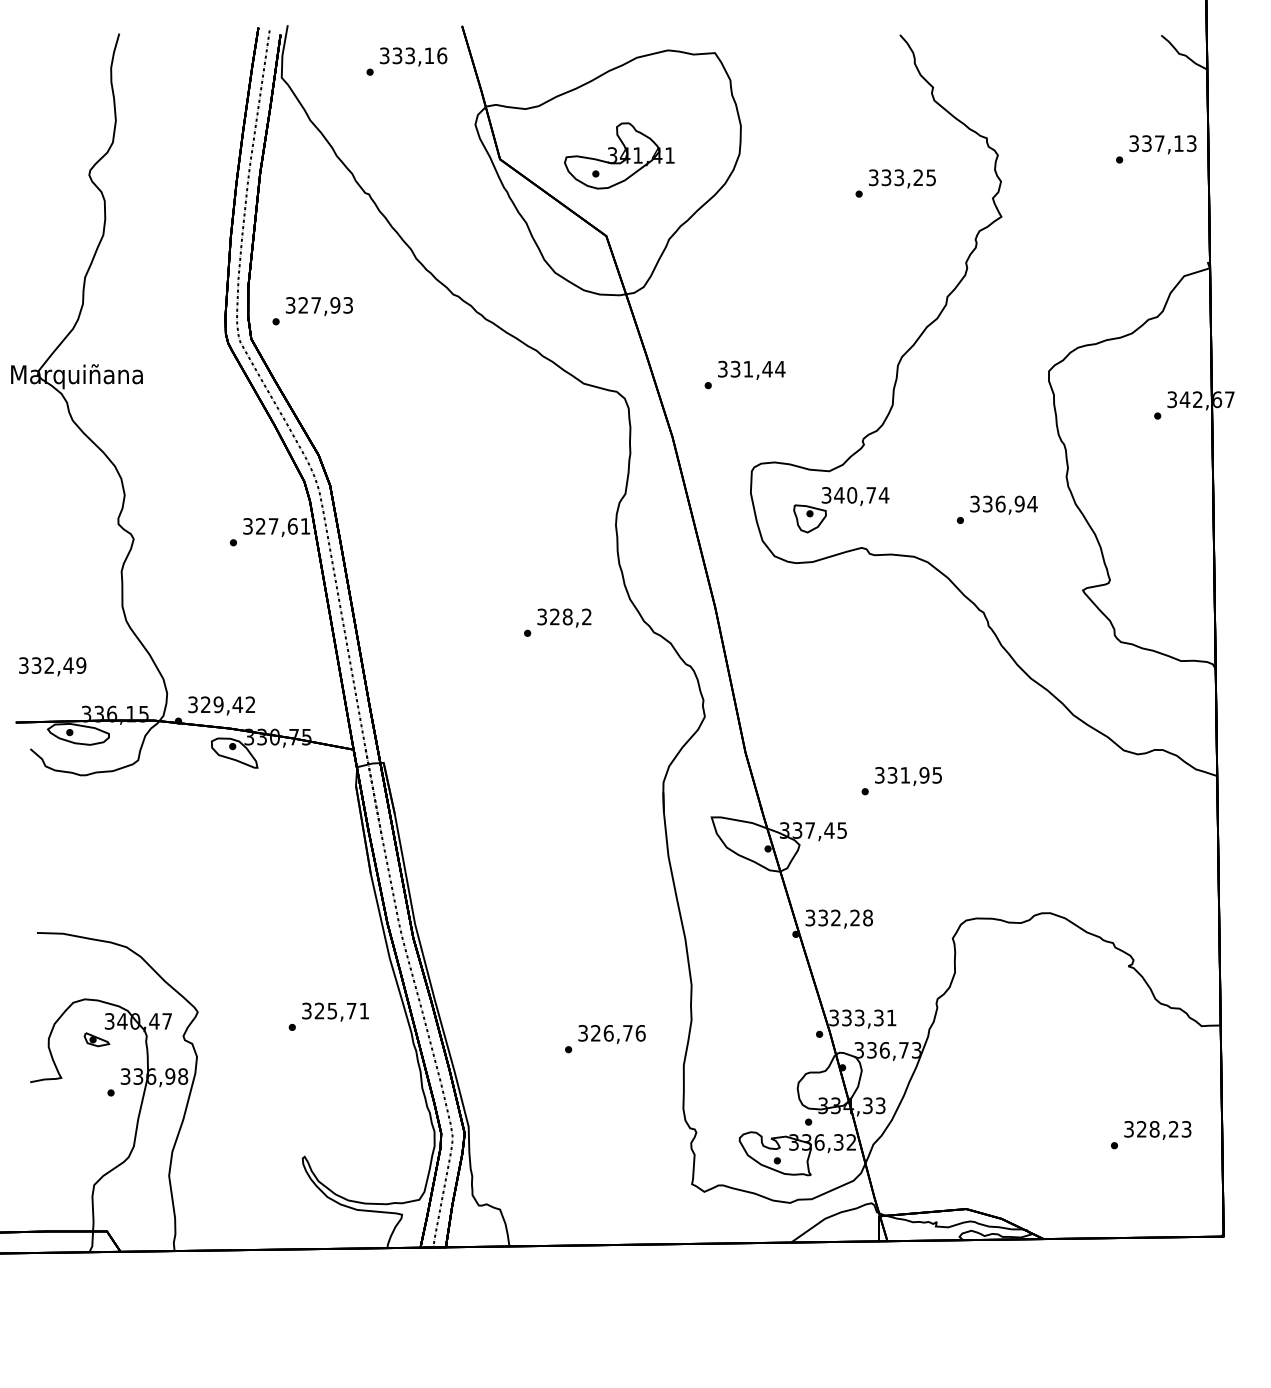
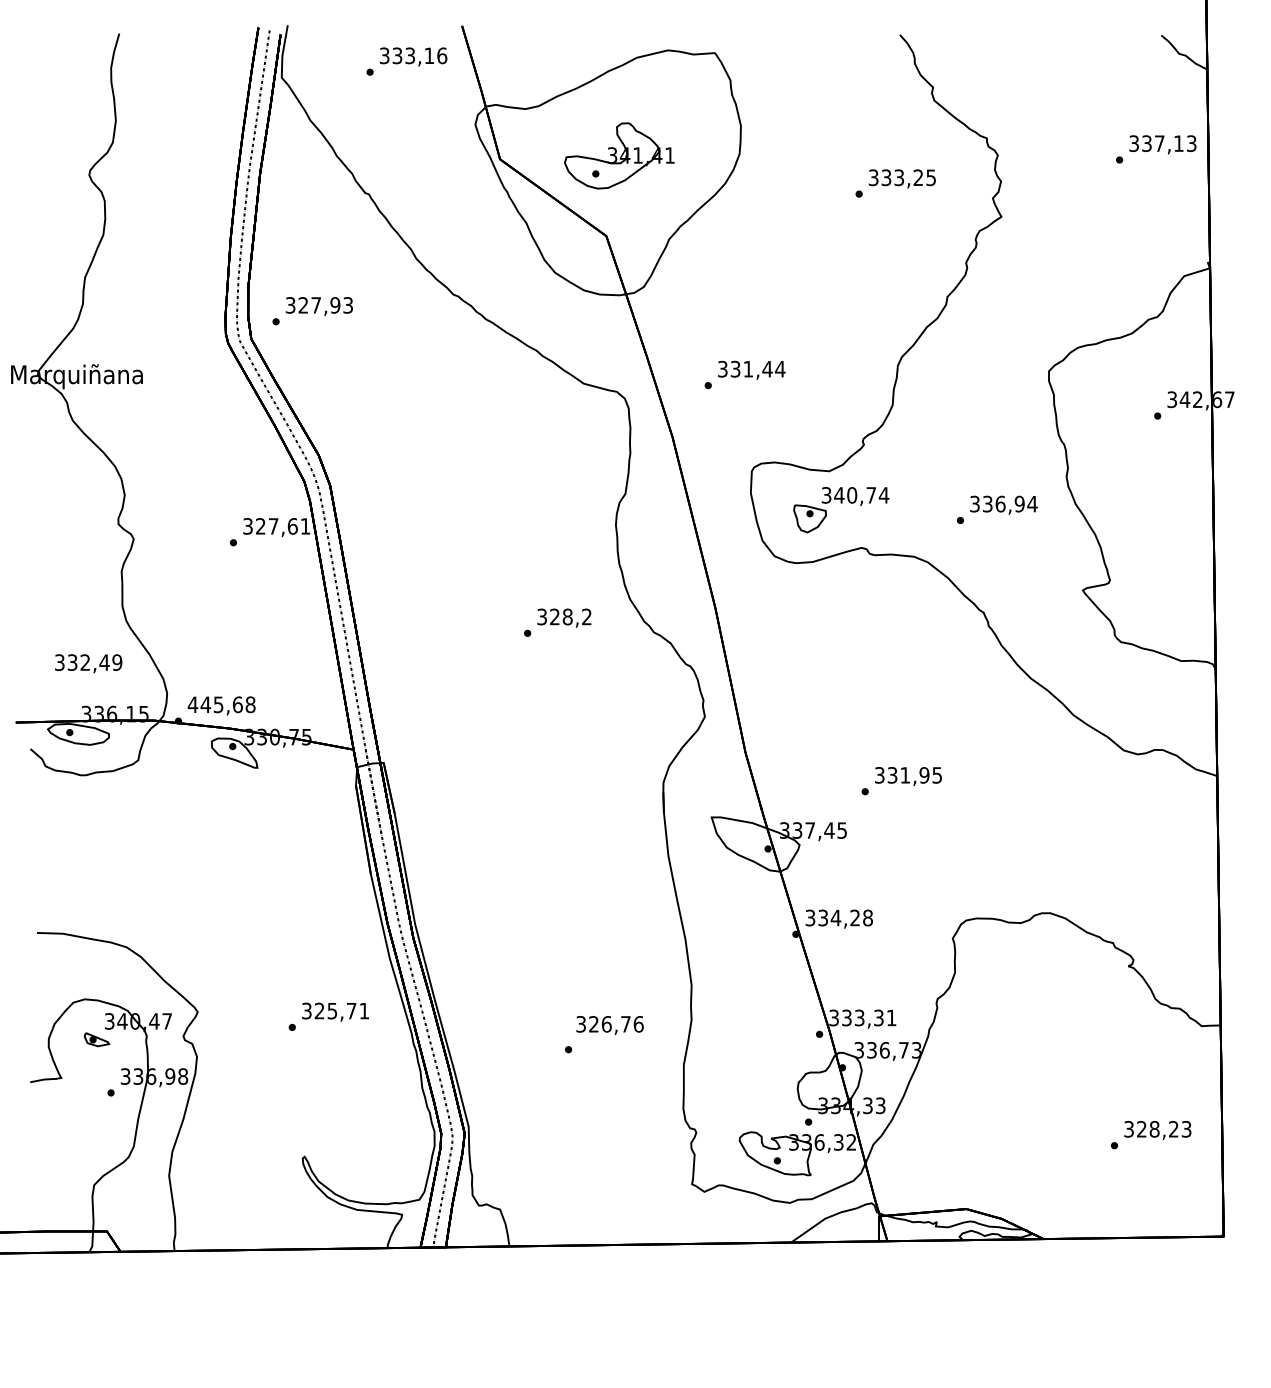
text at (52, 666) position: (52, 666) -> (88, 663)
text at (221, 704): 329,42 -> 445,68
text at (835, 917): 332,28 -> 334,28
text at (611, 1034) position: (611, 1034) -> (609, 1025)
